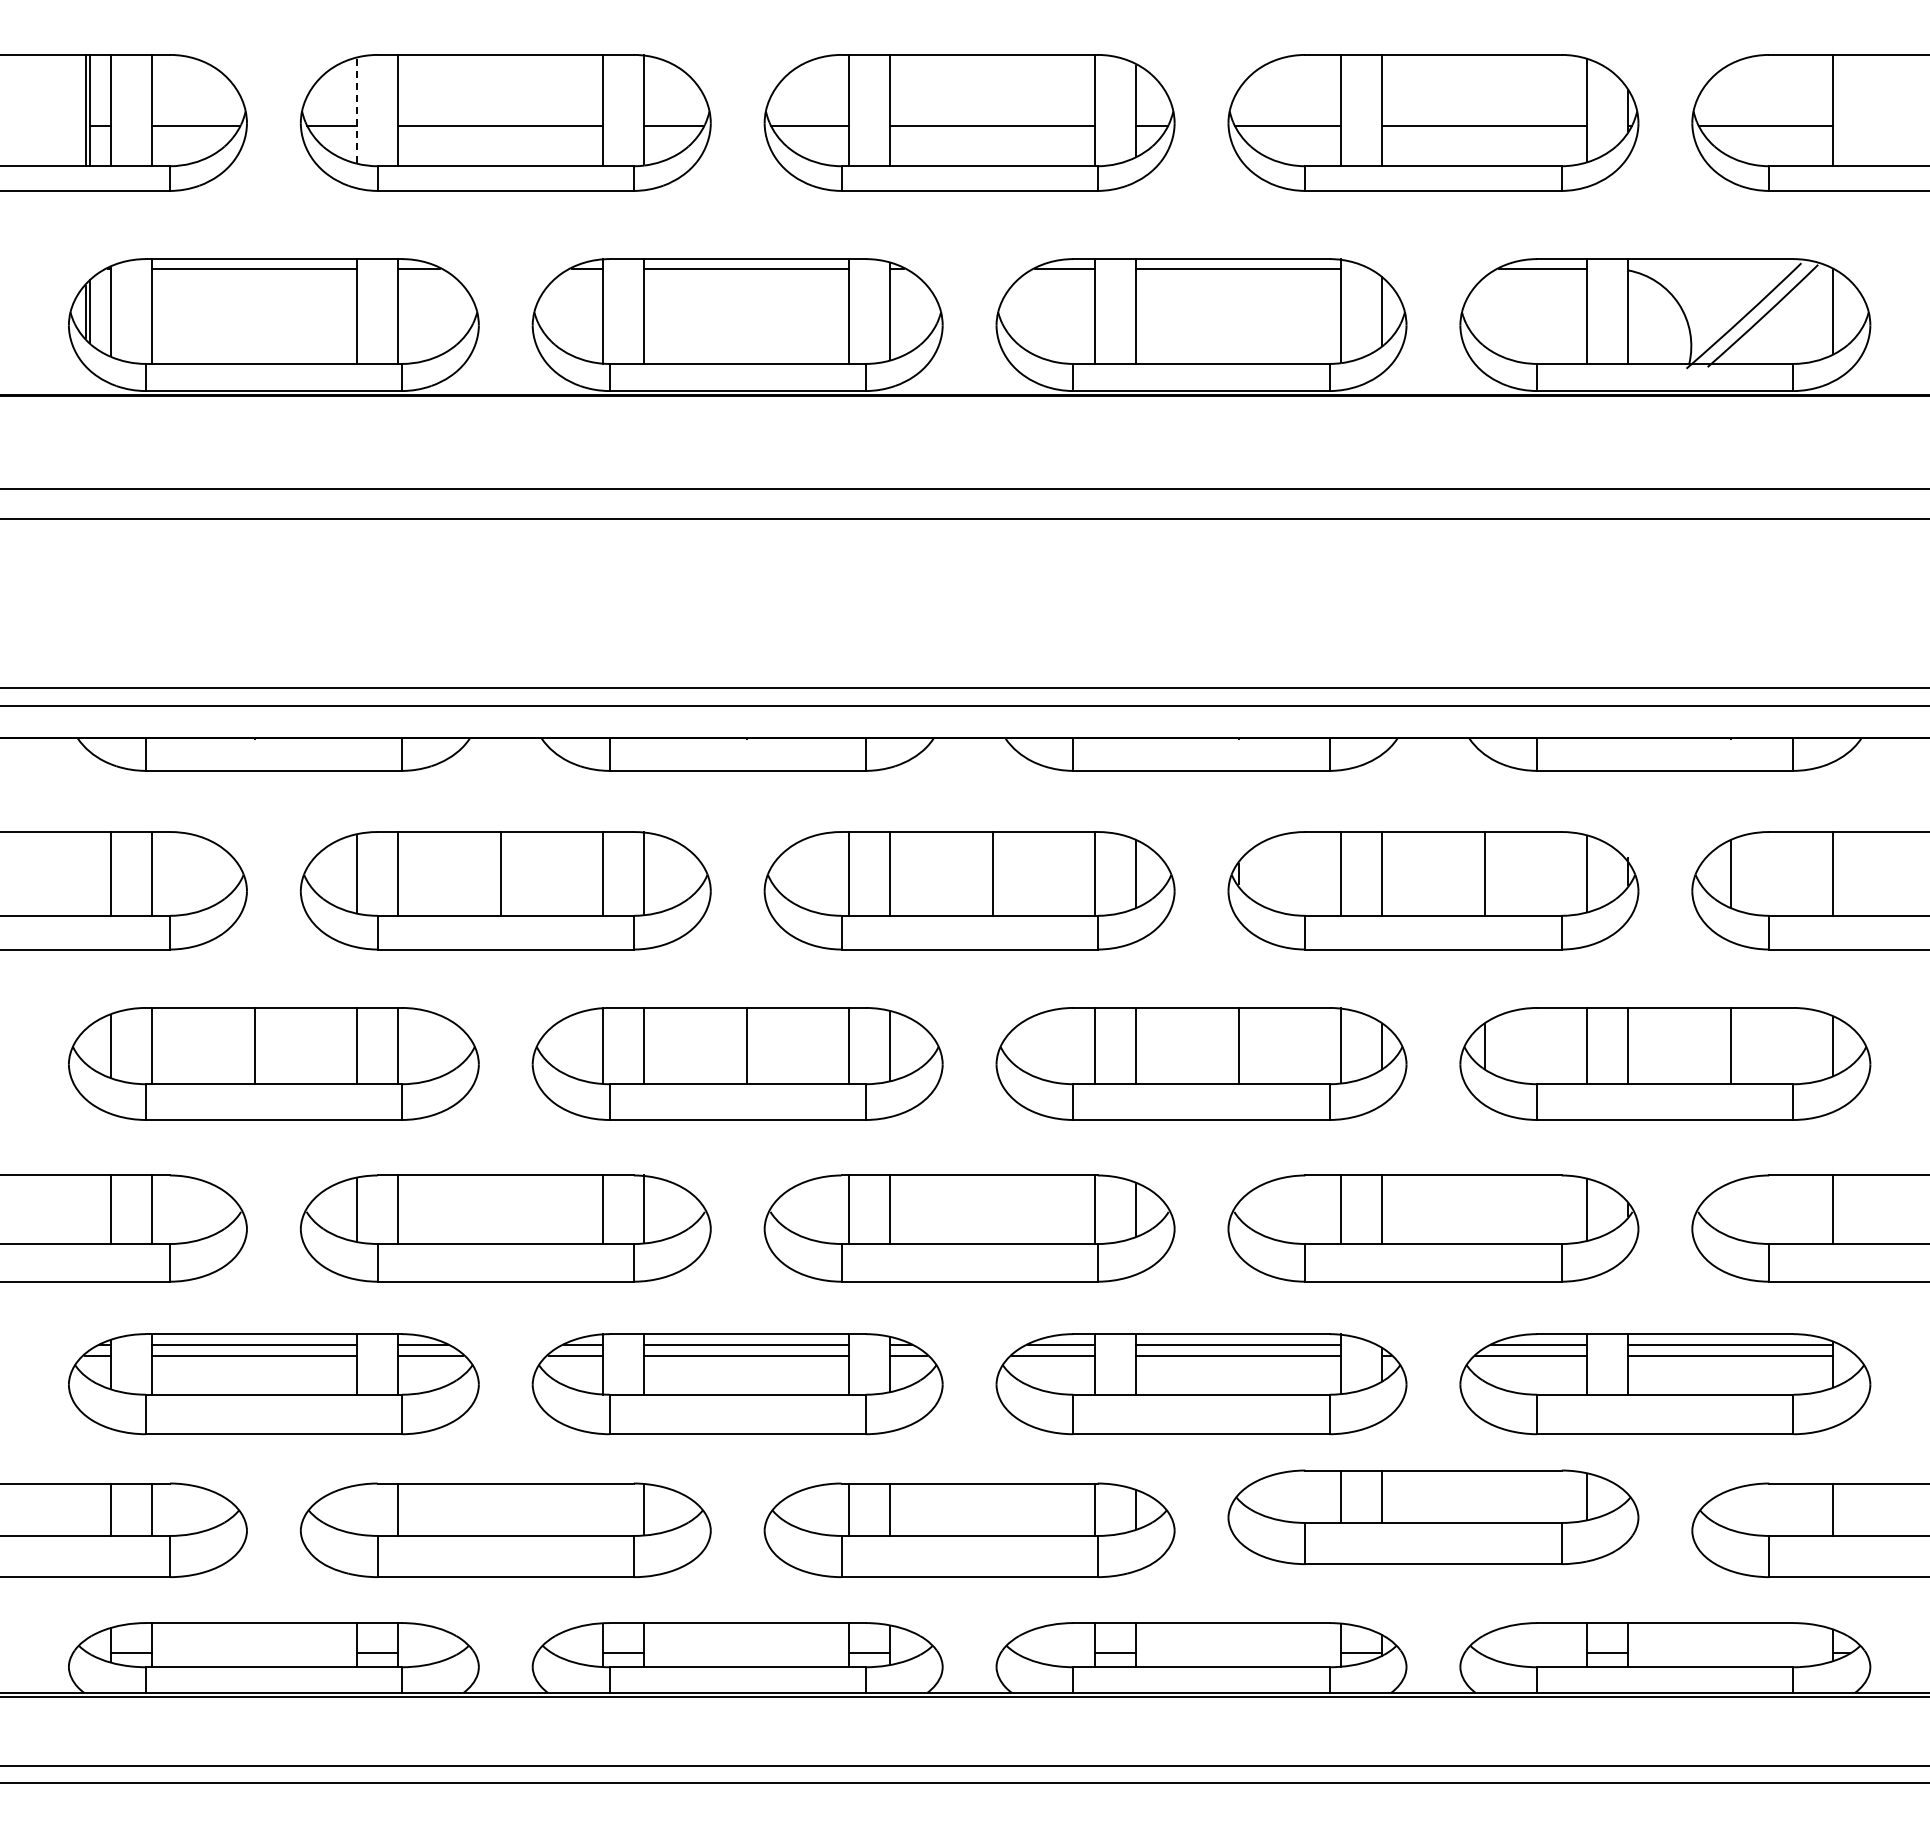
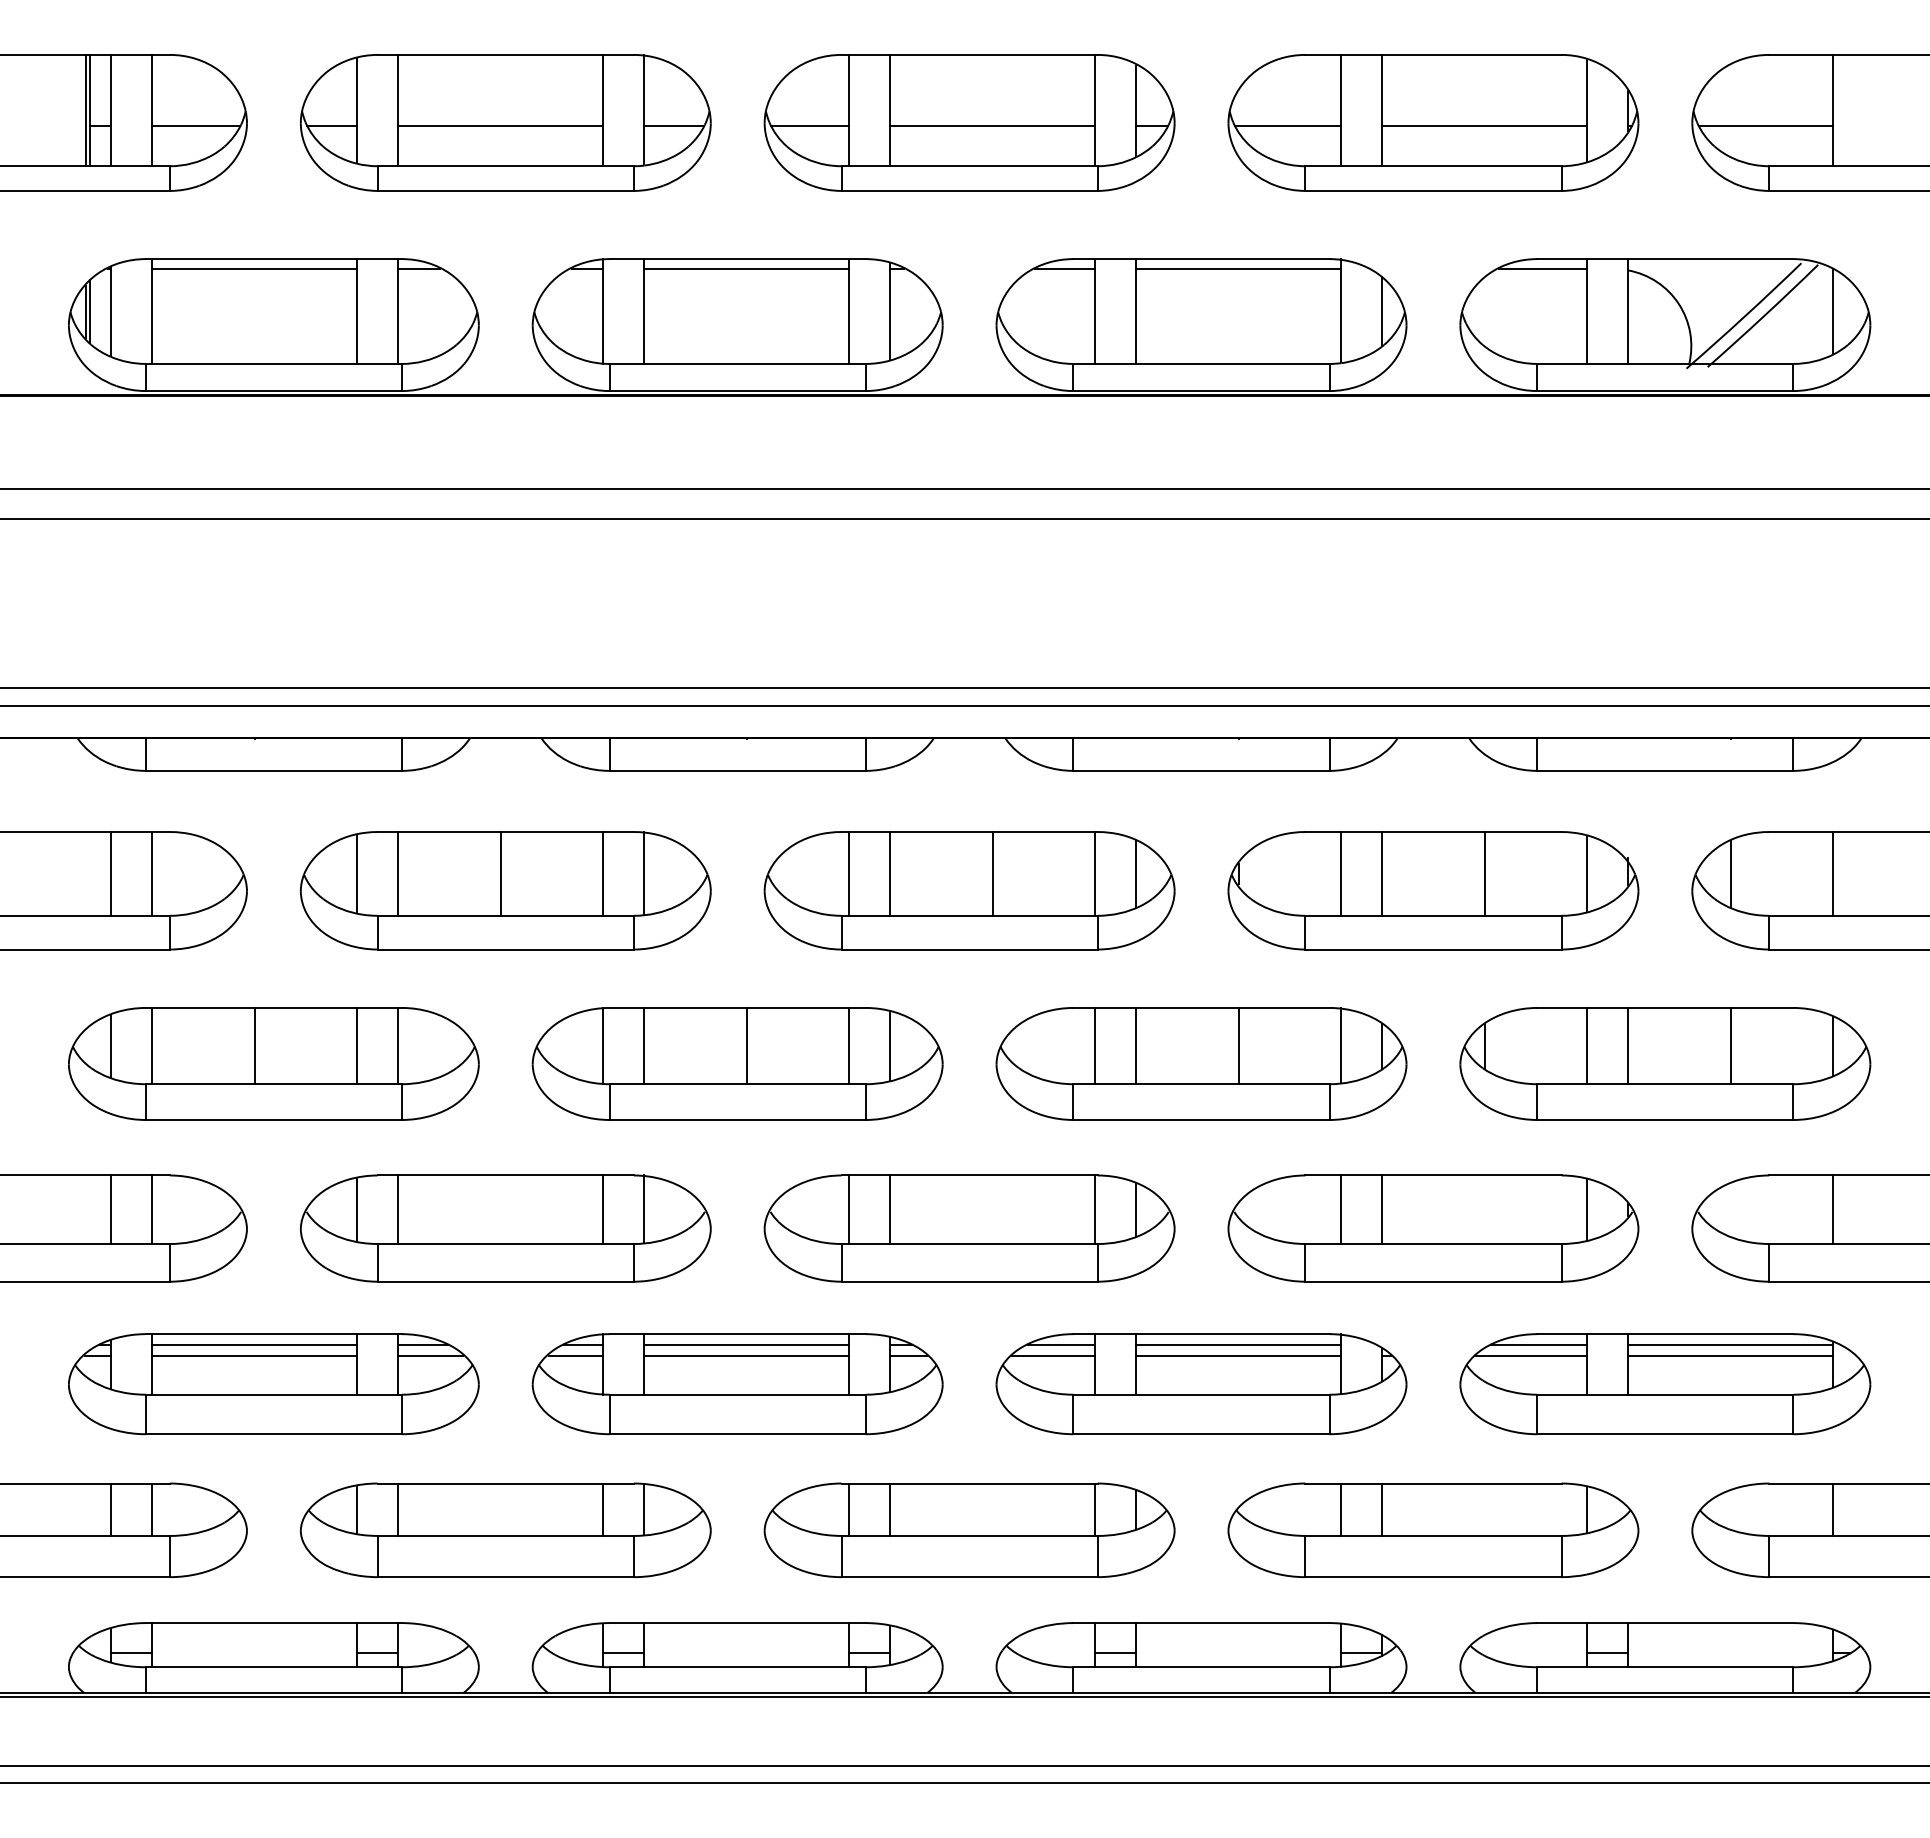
line at (357, 111): dashed -> solid
line at (357, 1509): none -> present
line at (603, 1509): none -> present
part at (1433, 1516) position: (1433, 1516) -> (1433, 1529)
